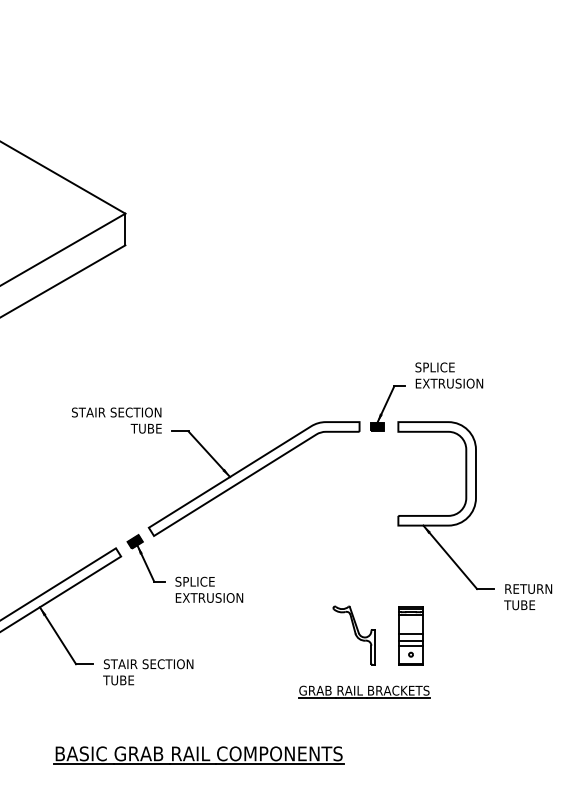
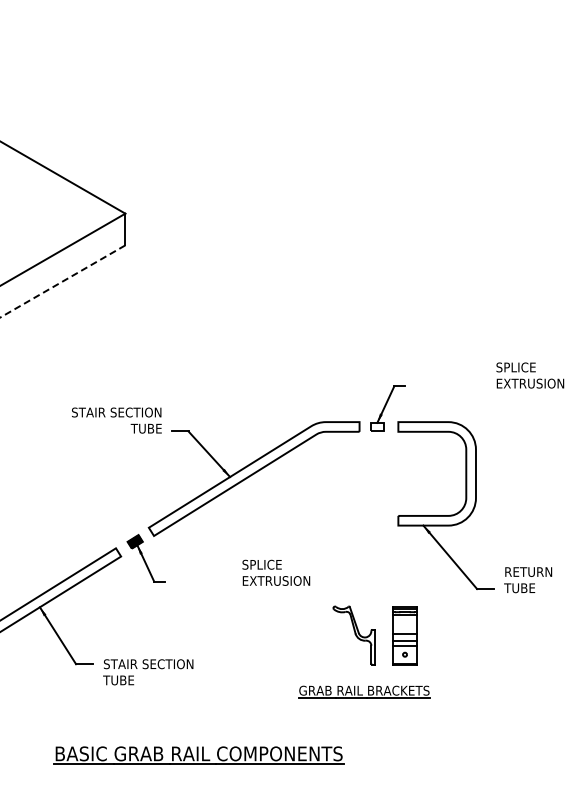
line at (63, 281): solid -> dashed
text at (449, 375) position: (449, 375) -> (530, 375)
hatch at (376, 426): present -> none
text at (209, 589) position: (209, 589) -> (276, 572)
text at (528, 597) position: (528, 597) -> (528, 580)
part at (410, 635) position: (410, 635) -> (404, 635)
